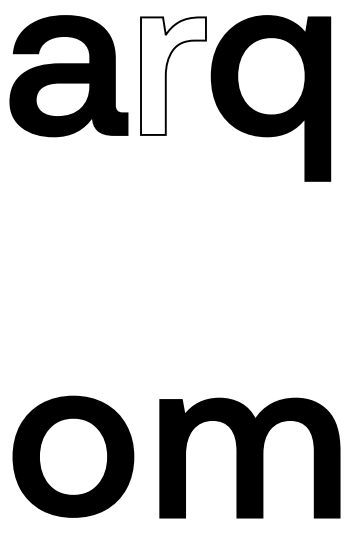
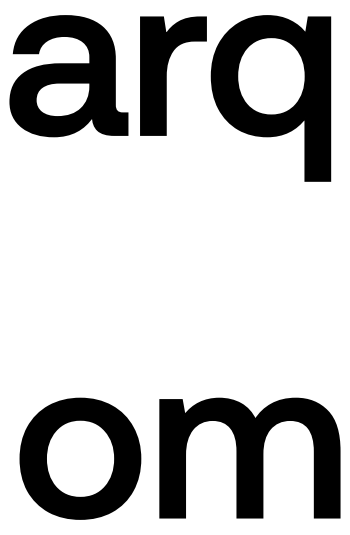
fill at (173, 75): none -> present
part at (73, 456) position: (73, 456) -> (80, 458)
